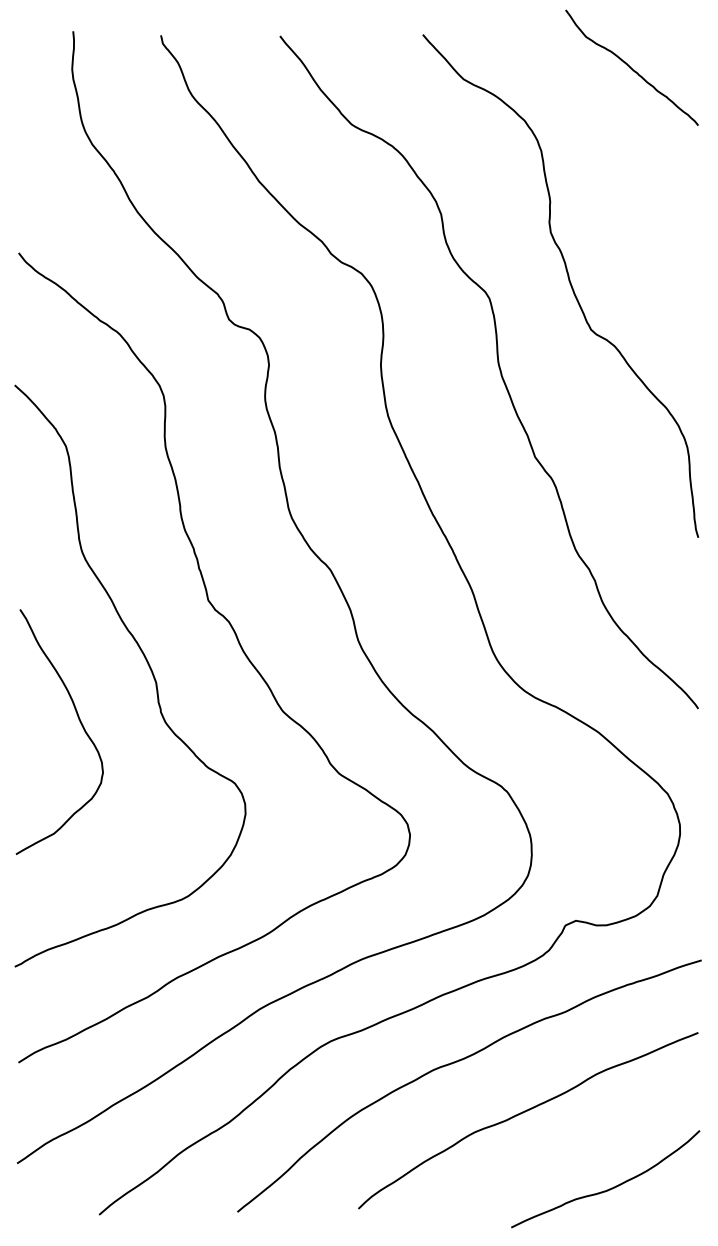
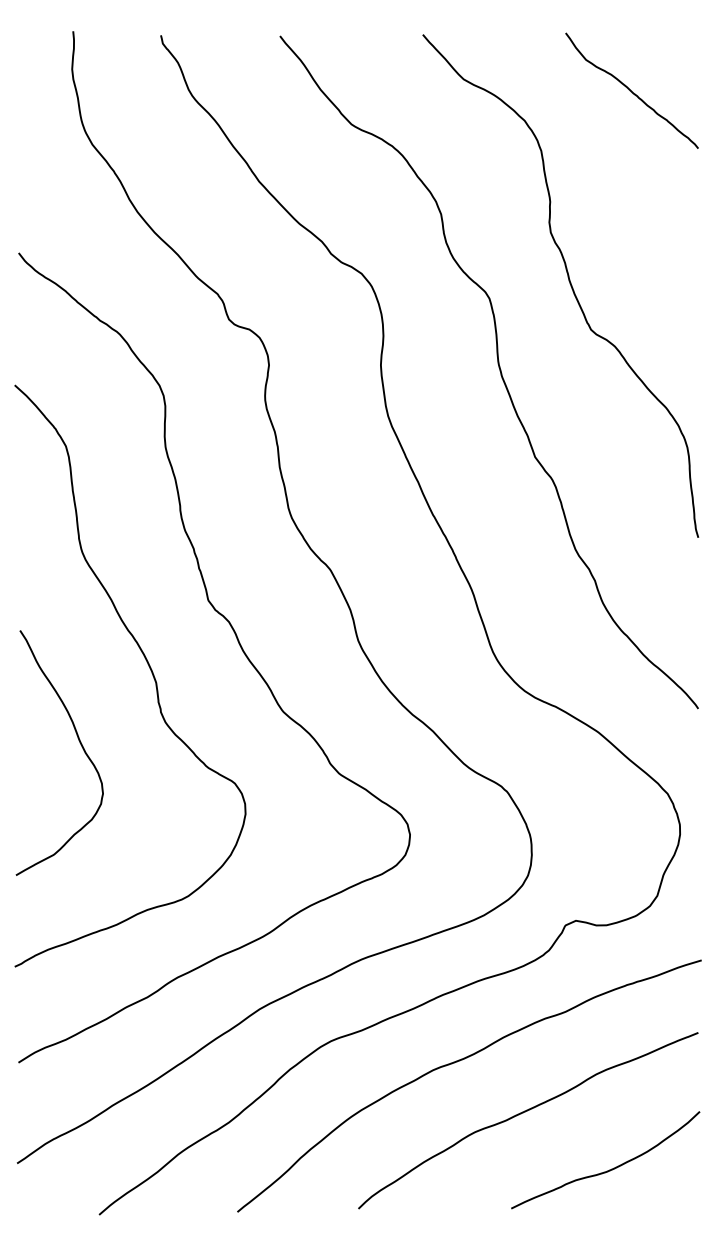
curve at (631, 67) position: (631, 67) -> (631, 90)
curve at (79, 721) position: (79, 721) -> (79, 742)
curve at (609, 1188) position: (609, 1188) -> (609, 1169)
